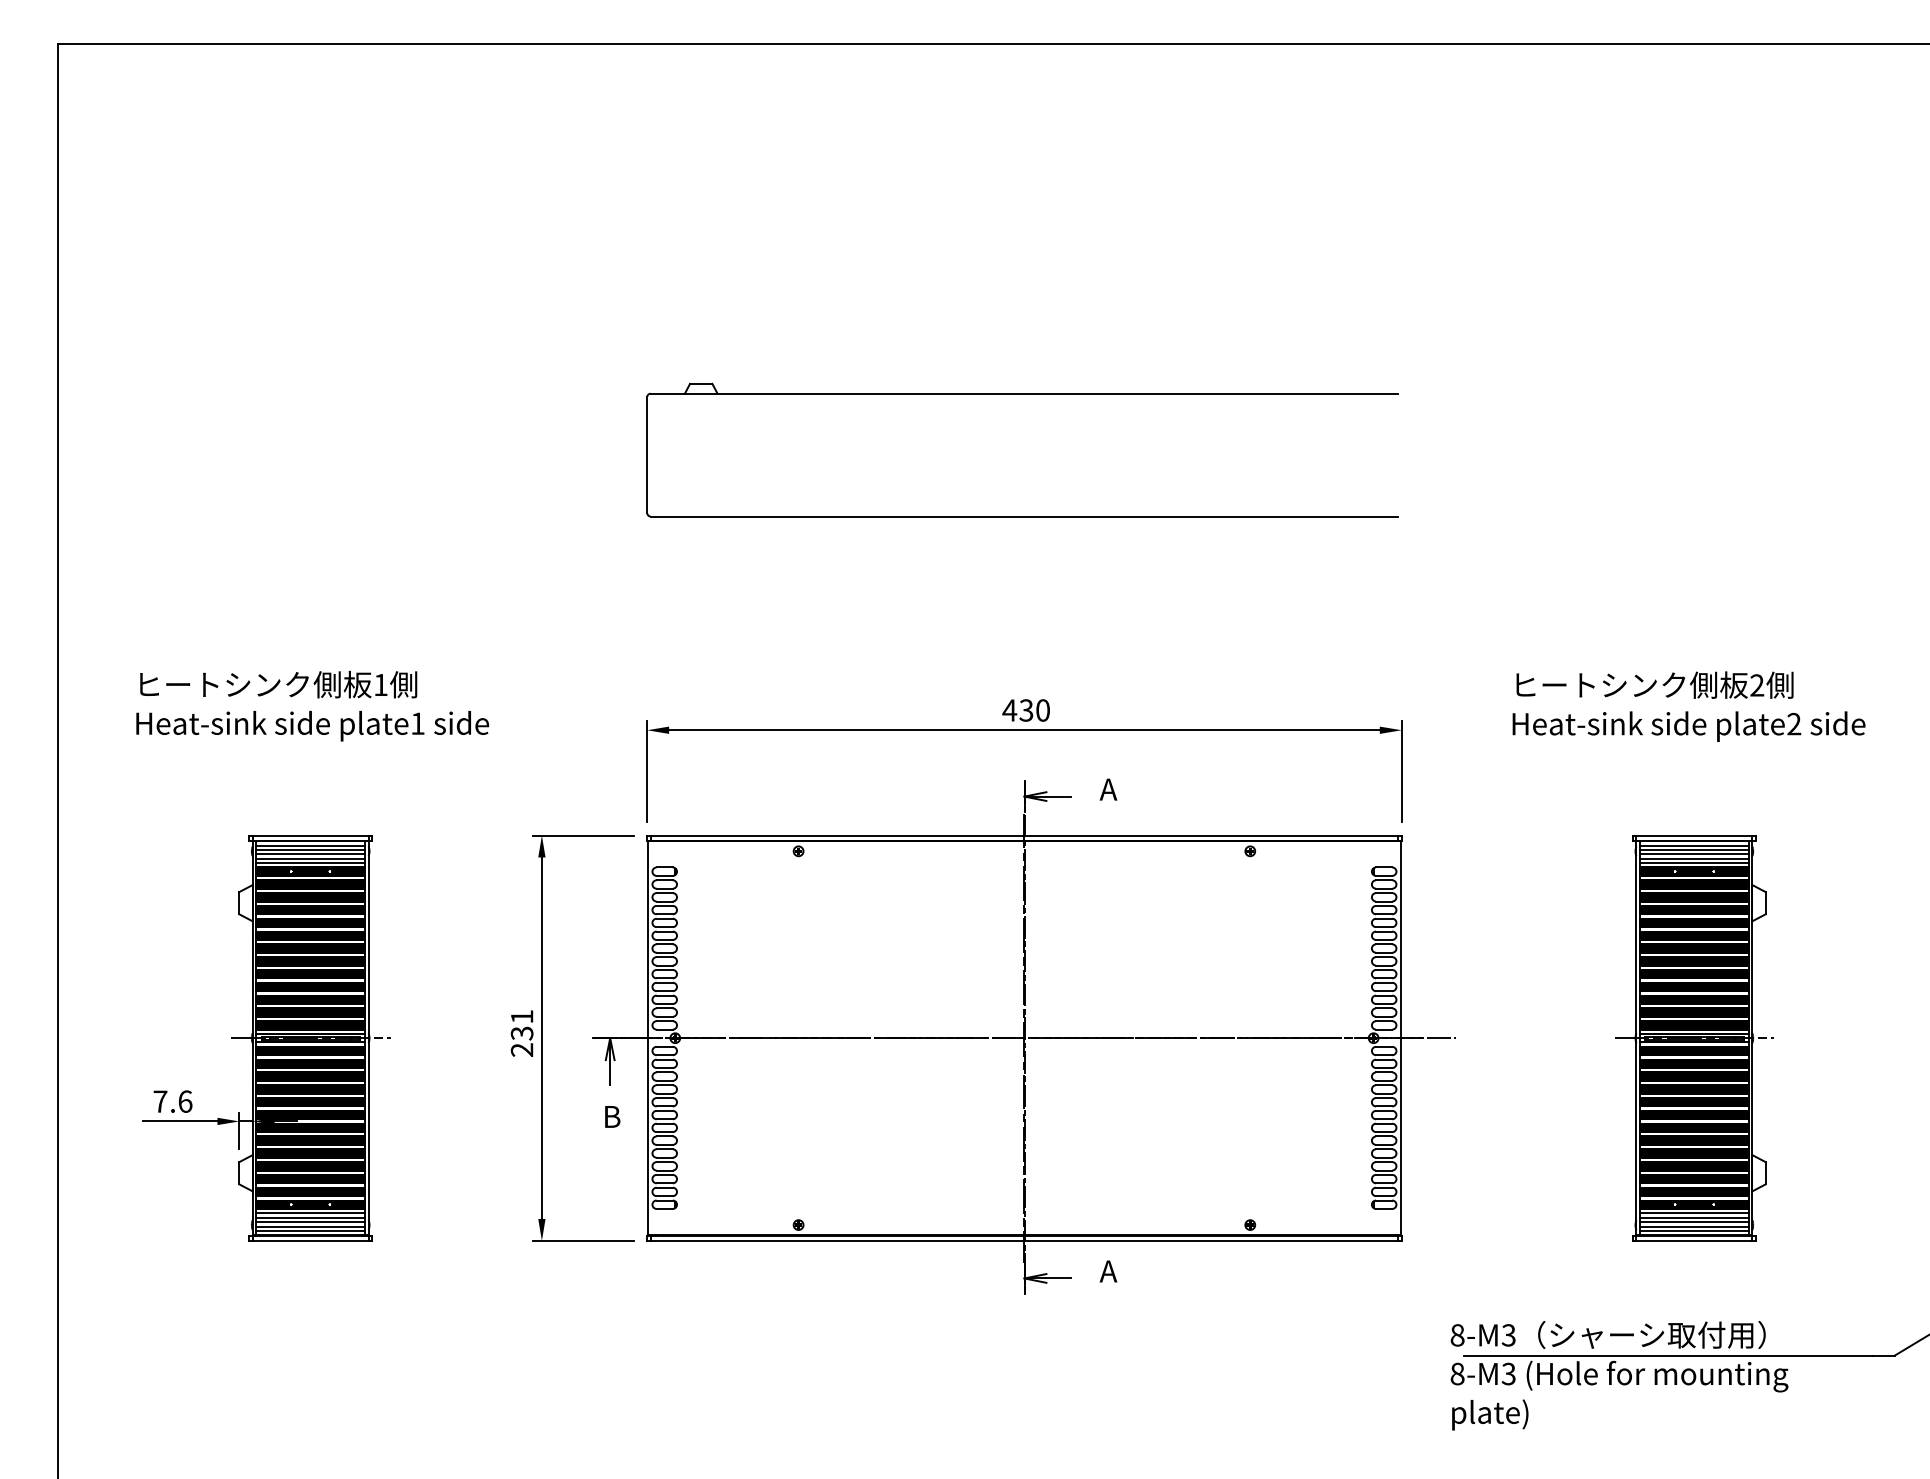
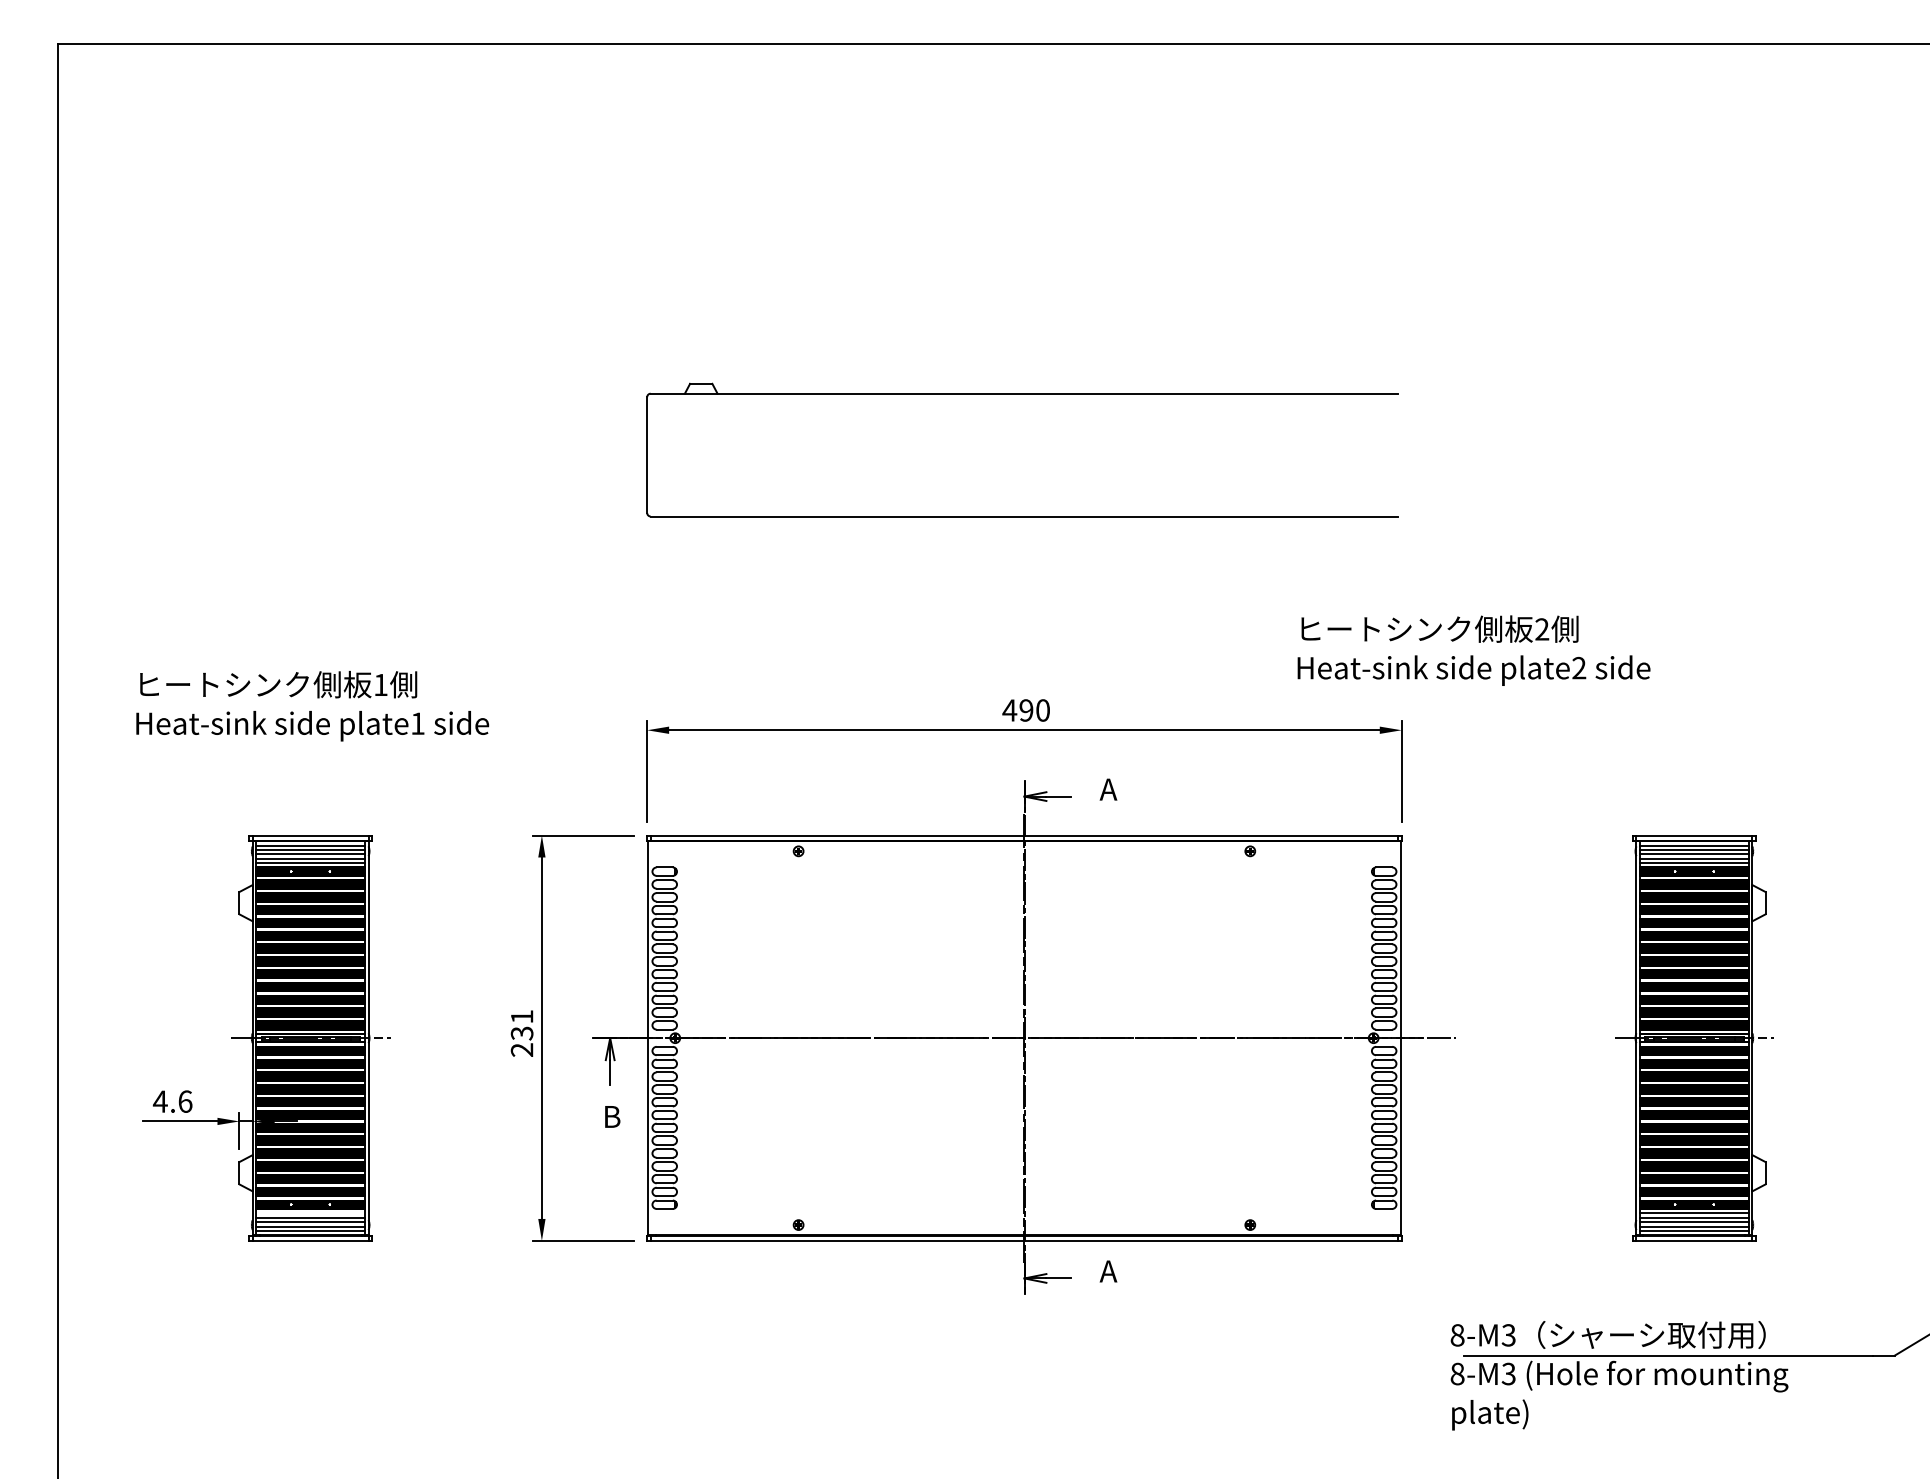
text at (1688, 706) position: (1688, 706) -> (1473, 650)
text at (1026, 710): 430 -> 490
text at (159, 1101): 7.6 -> 4.6
line at (310, 1213): present -> none
